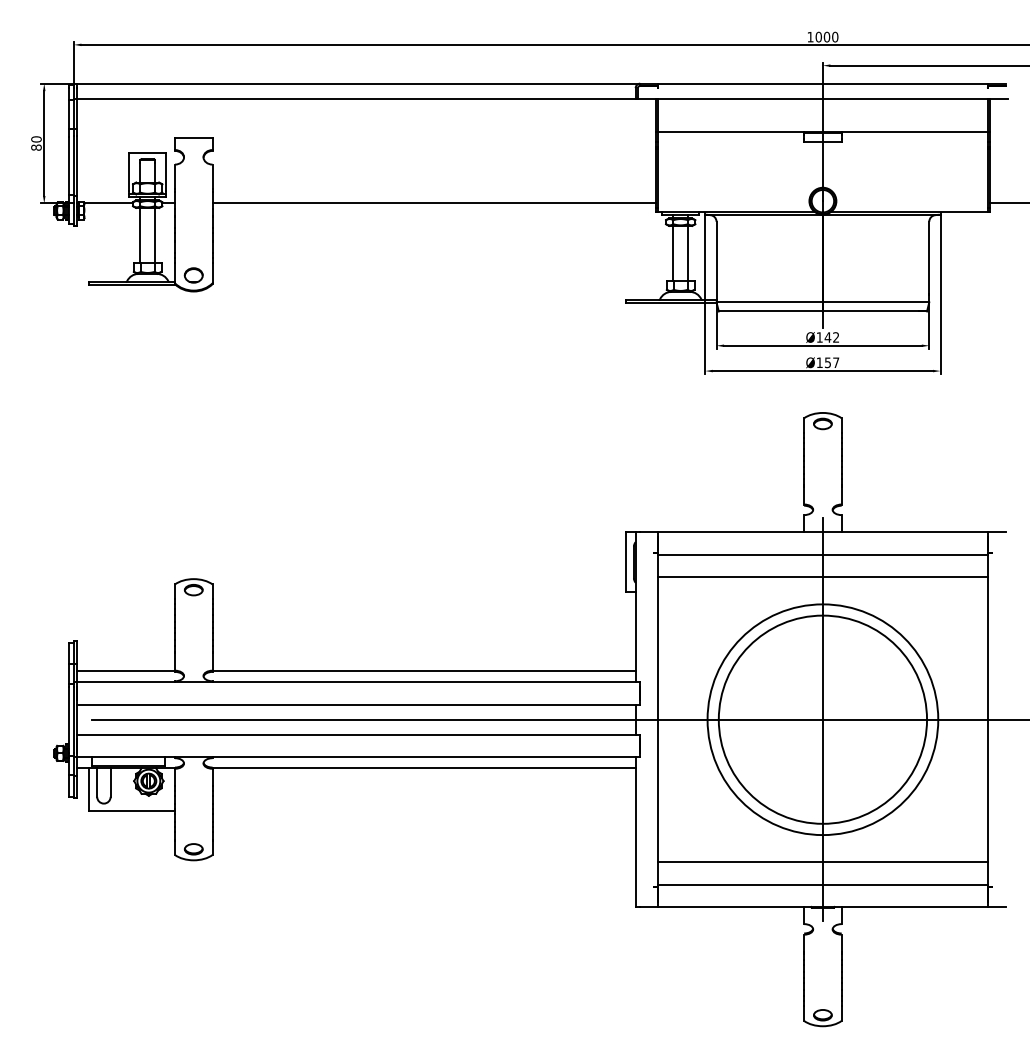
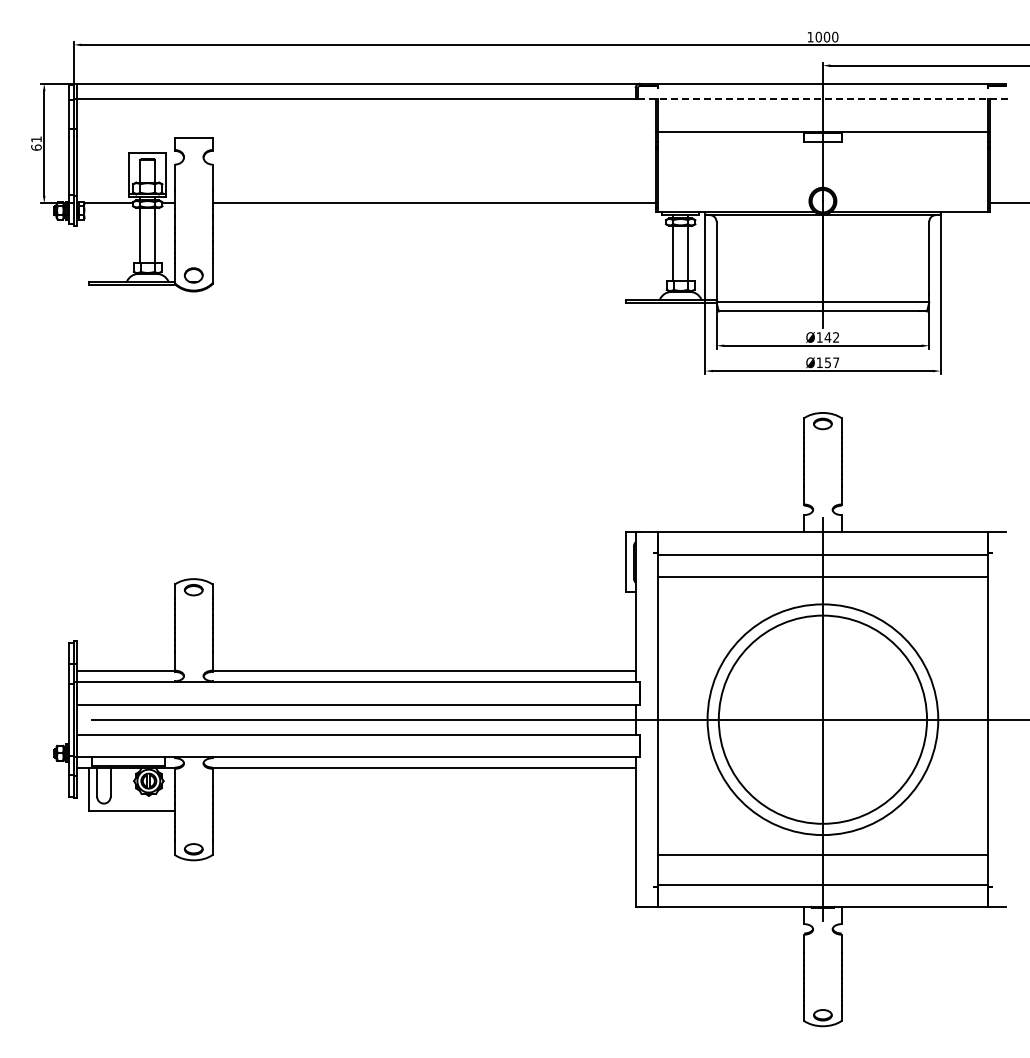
line at (822, 98): solid -> dashed
text at (36, 143): 80 -> 61
line at (822, 862) position: (822, 862) -> (822, 855)
